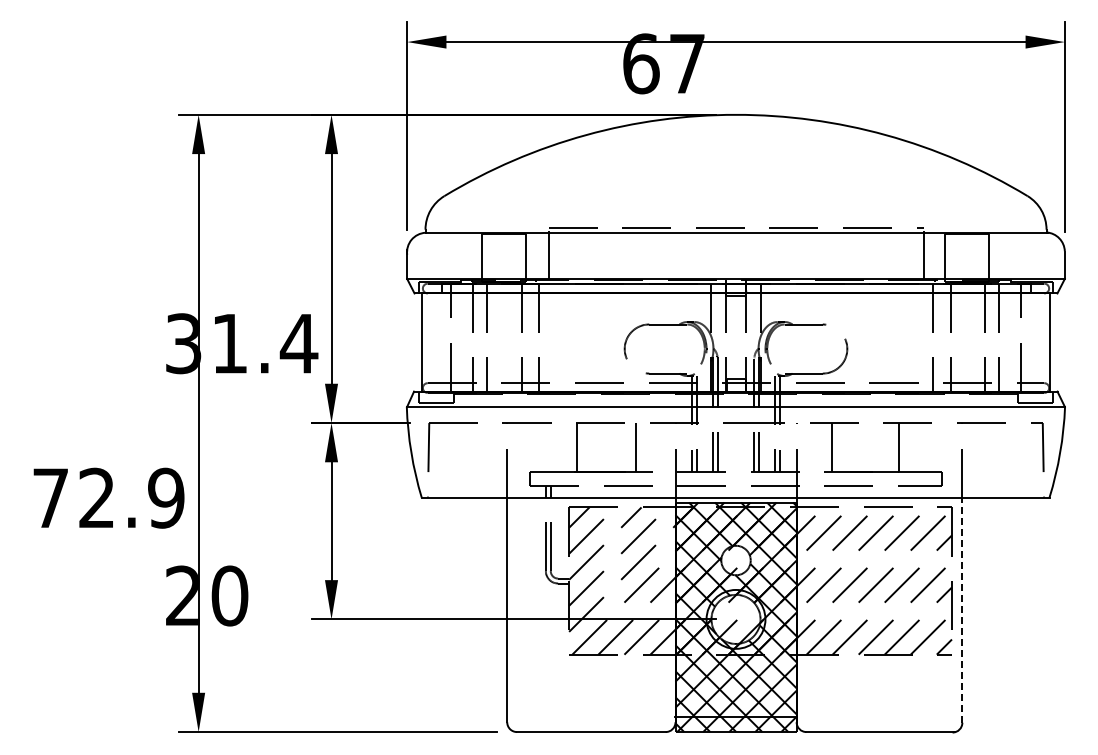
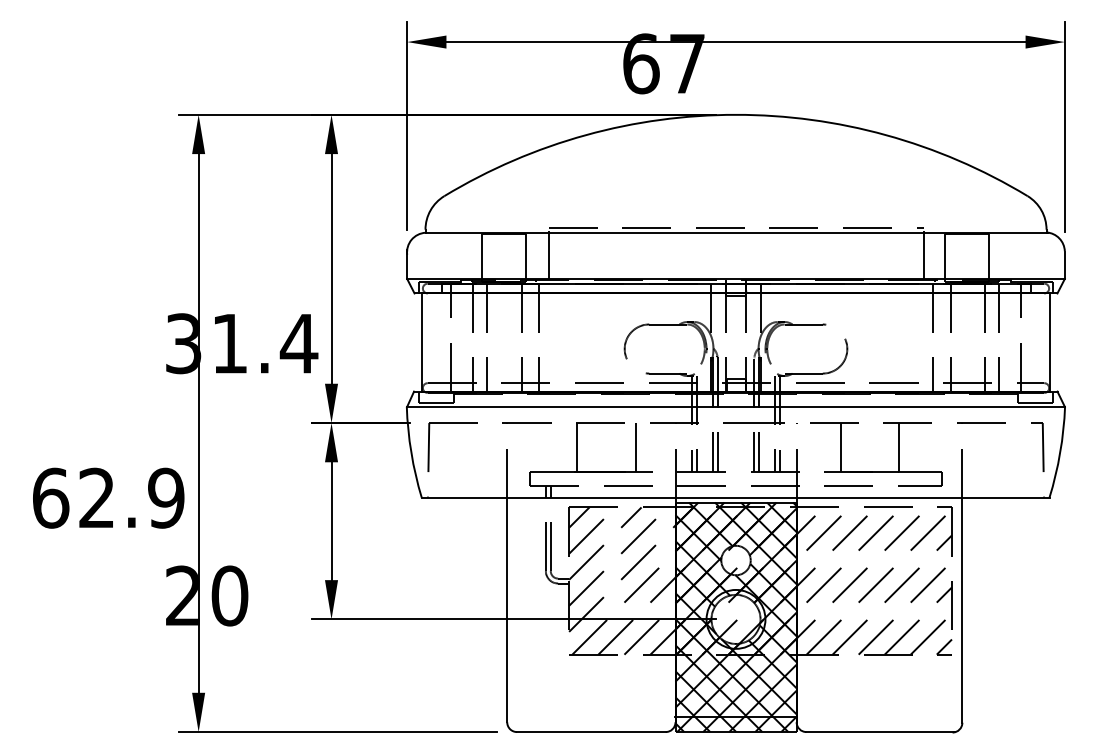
line at (831, 446) position: (831, 446) -> (840, 446)
text at (51, 497): 72.9 -> 62.9
line at (962, 610): dashed -> solid
